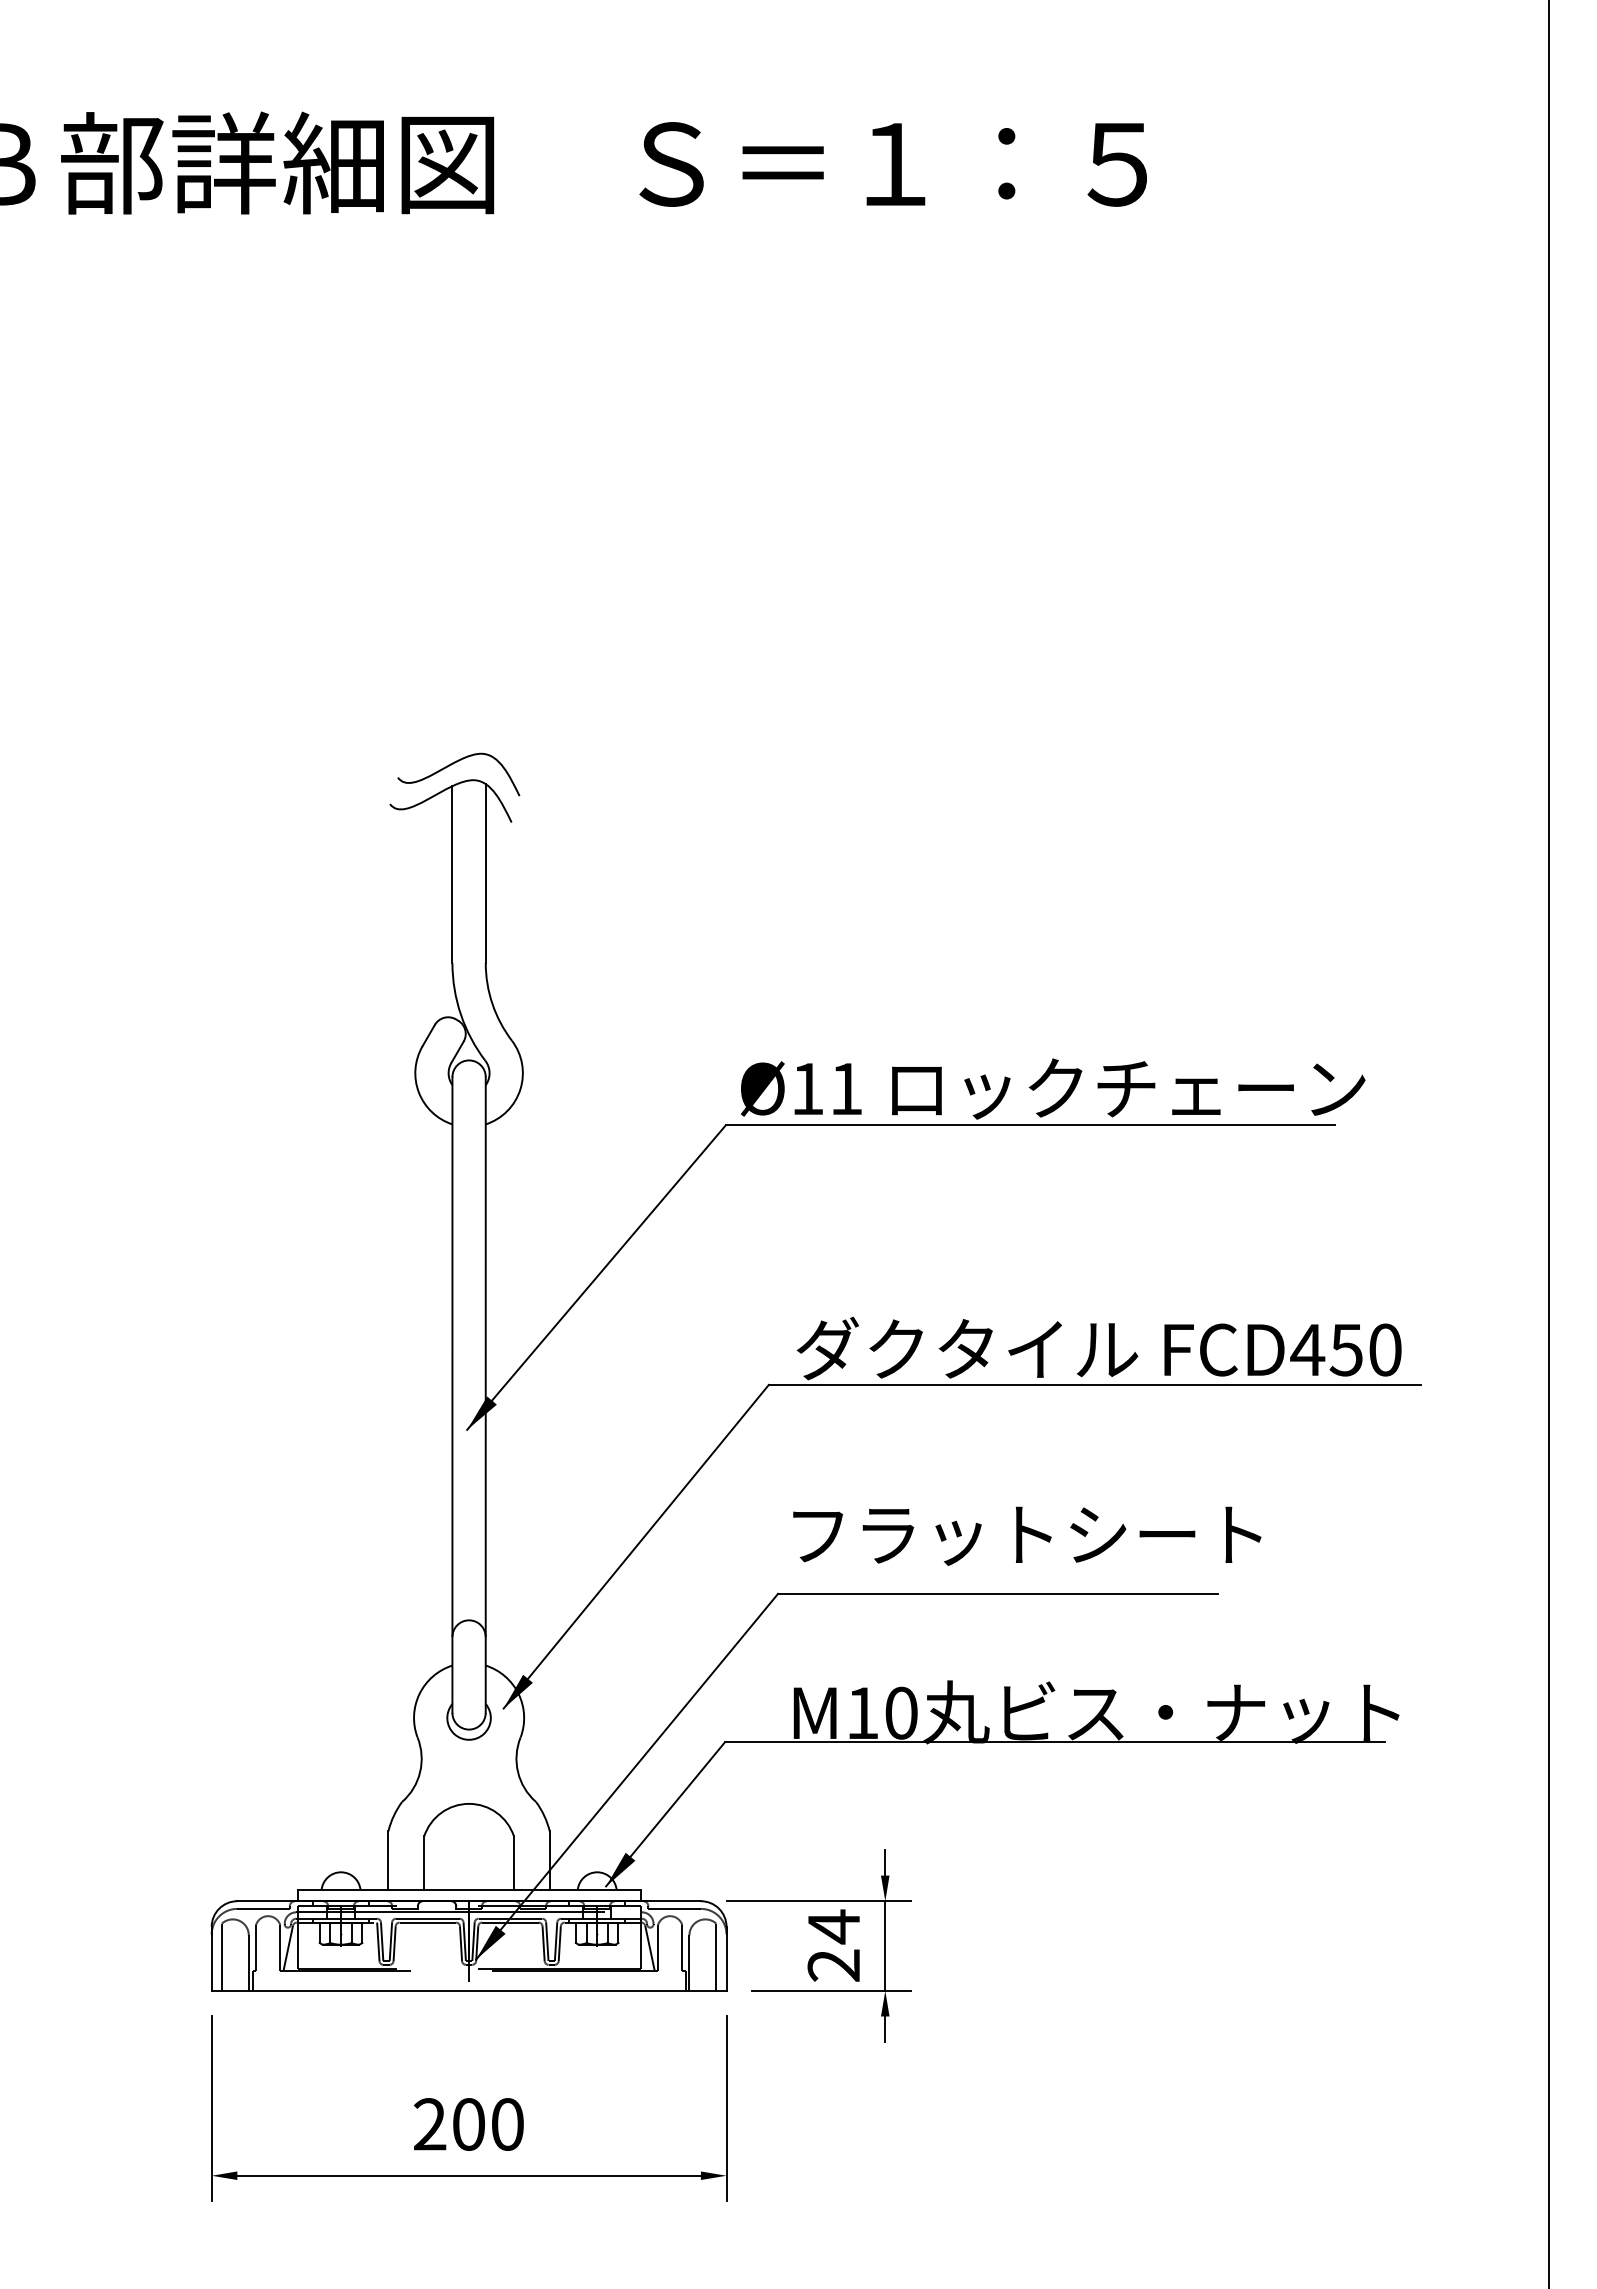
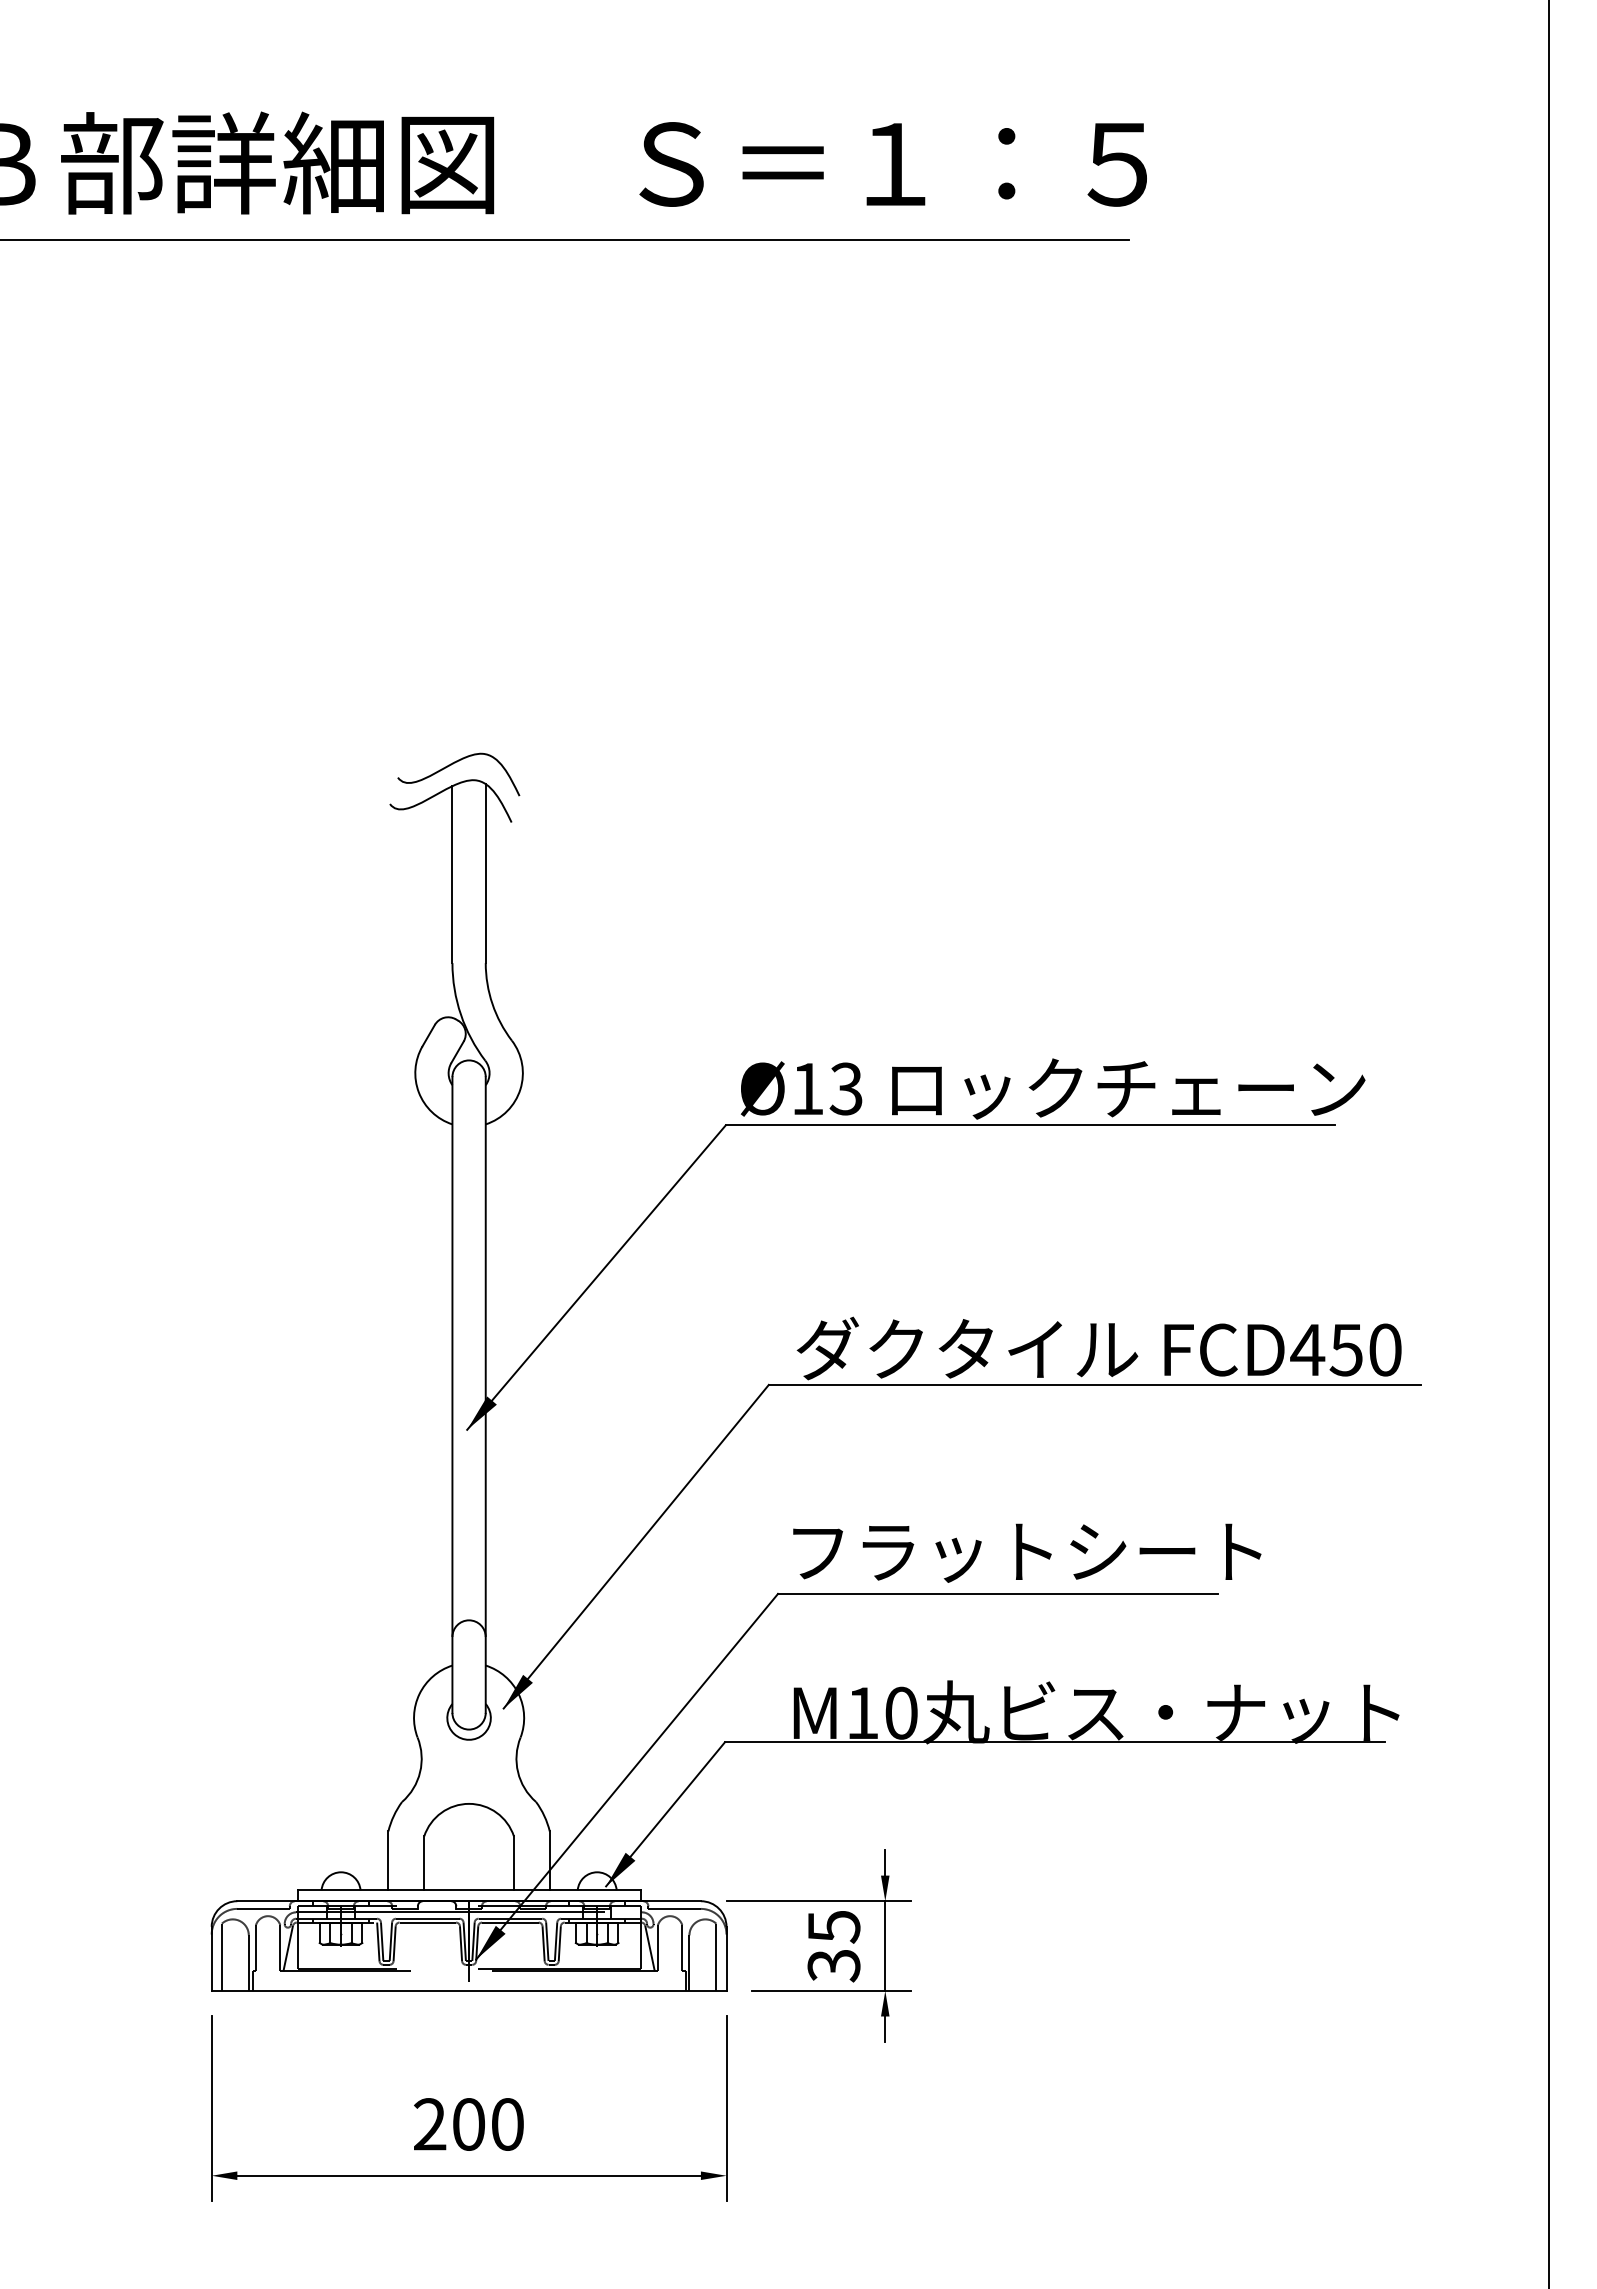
line at (565, 239): none -> present
text at (845, 1088): Ø11 -> Ø13
text at (1027, 1535) position: (1027, 1535) -> (1027, 1552)
text at (834, 1945): 24 -> 35
